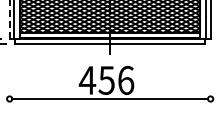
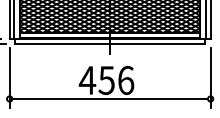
line at (9, 19): dashed -> solid
line at (9, 77): none -> present
line at (210, 77): none -> present
